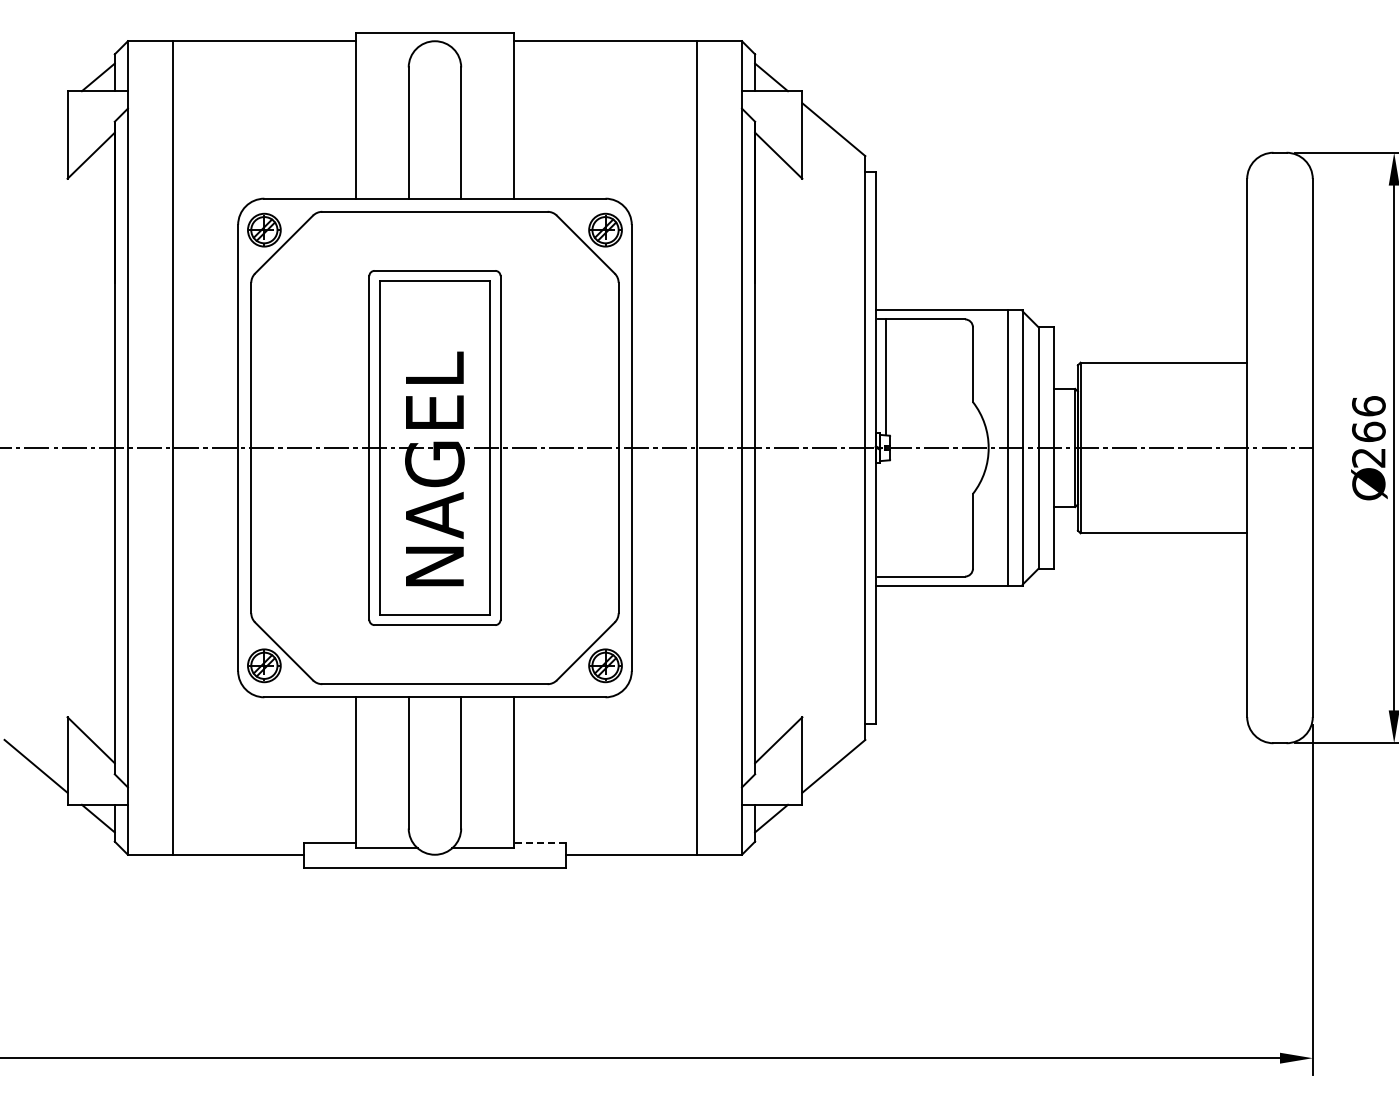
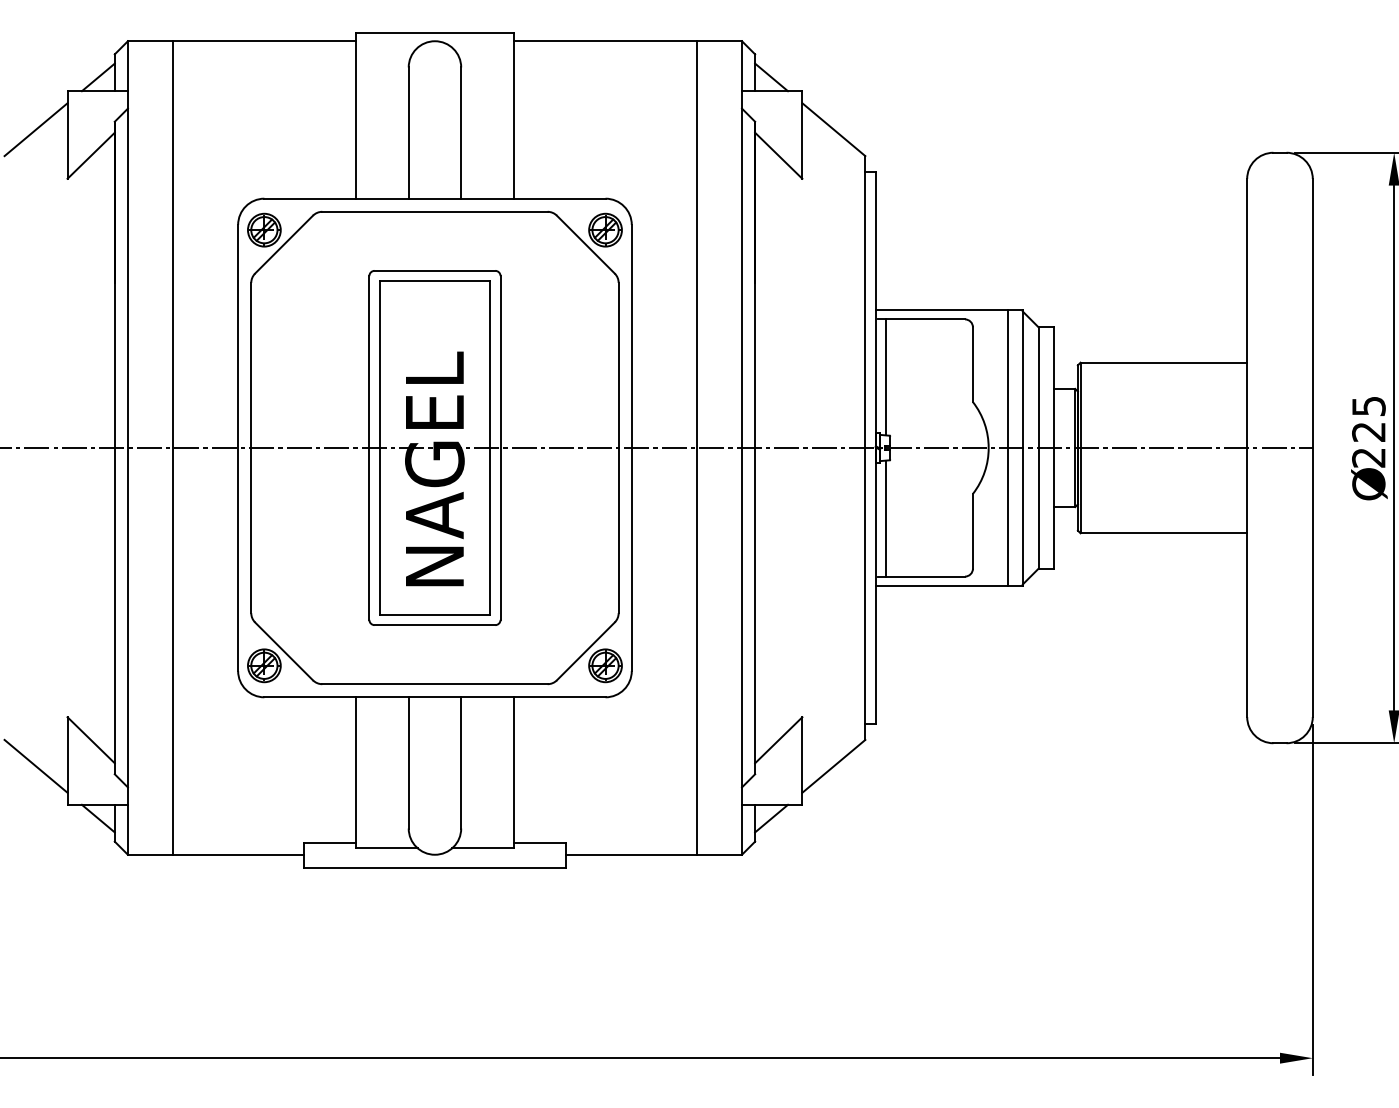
line at (35, 129): none -> present
text at (1368, 418): 266 -> 225
line at (886, 518): none -> present
line at (539, 842): dashed -> solid
